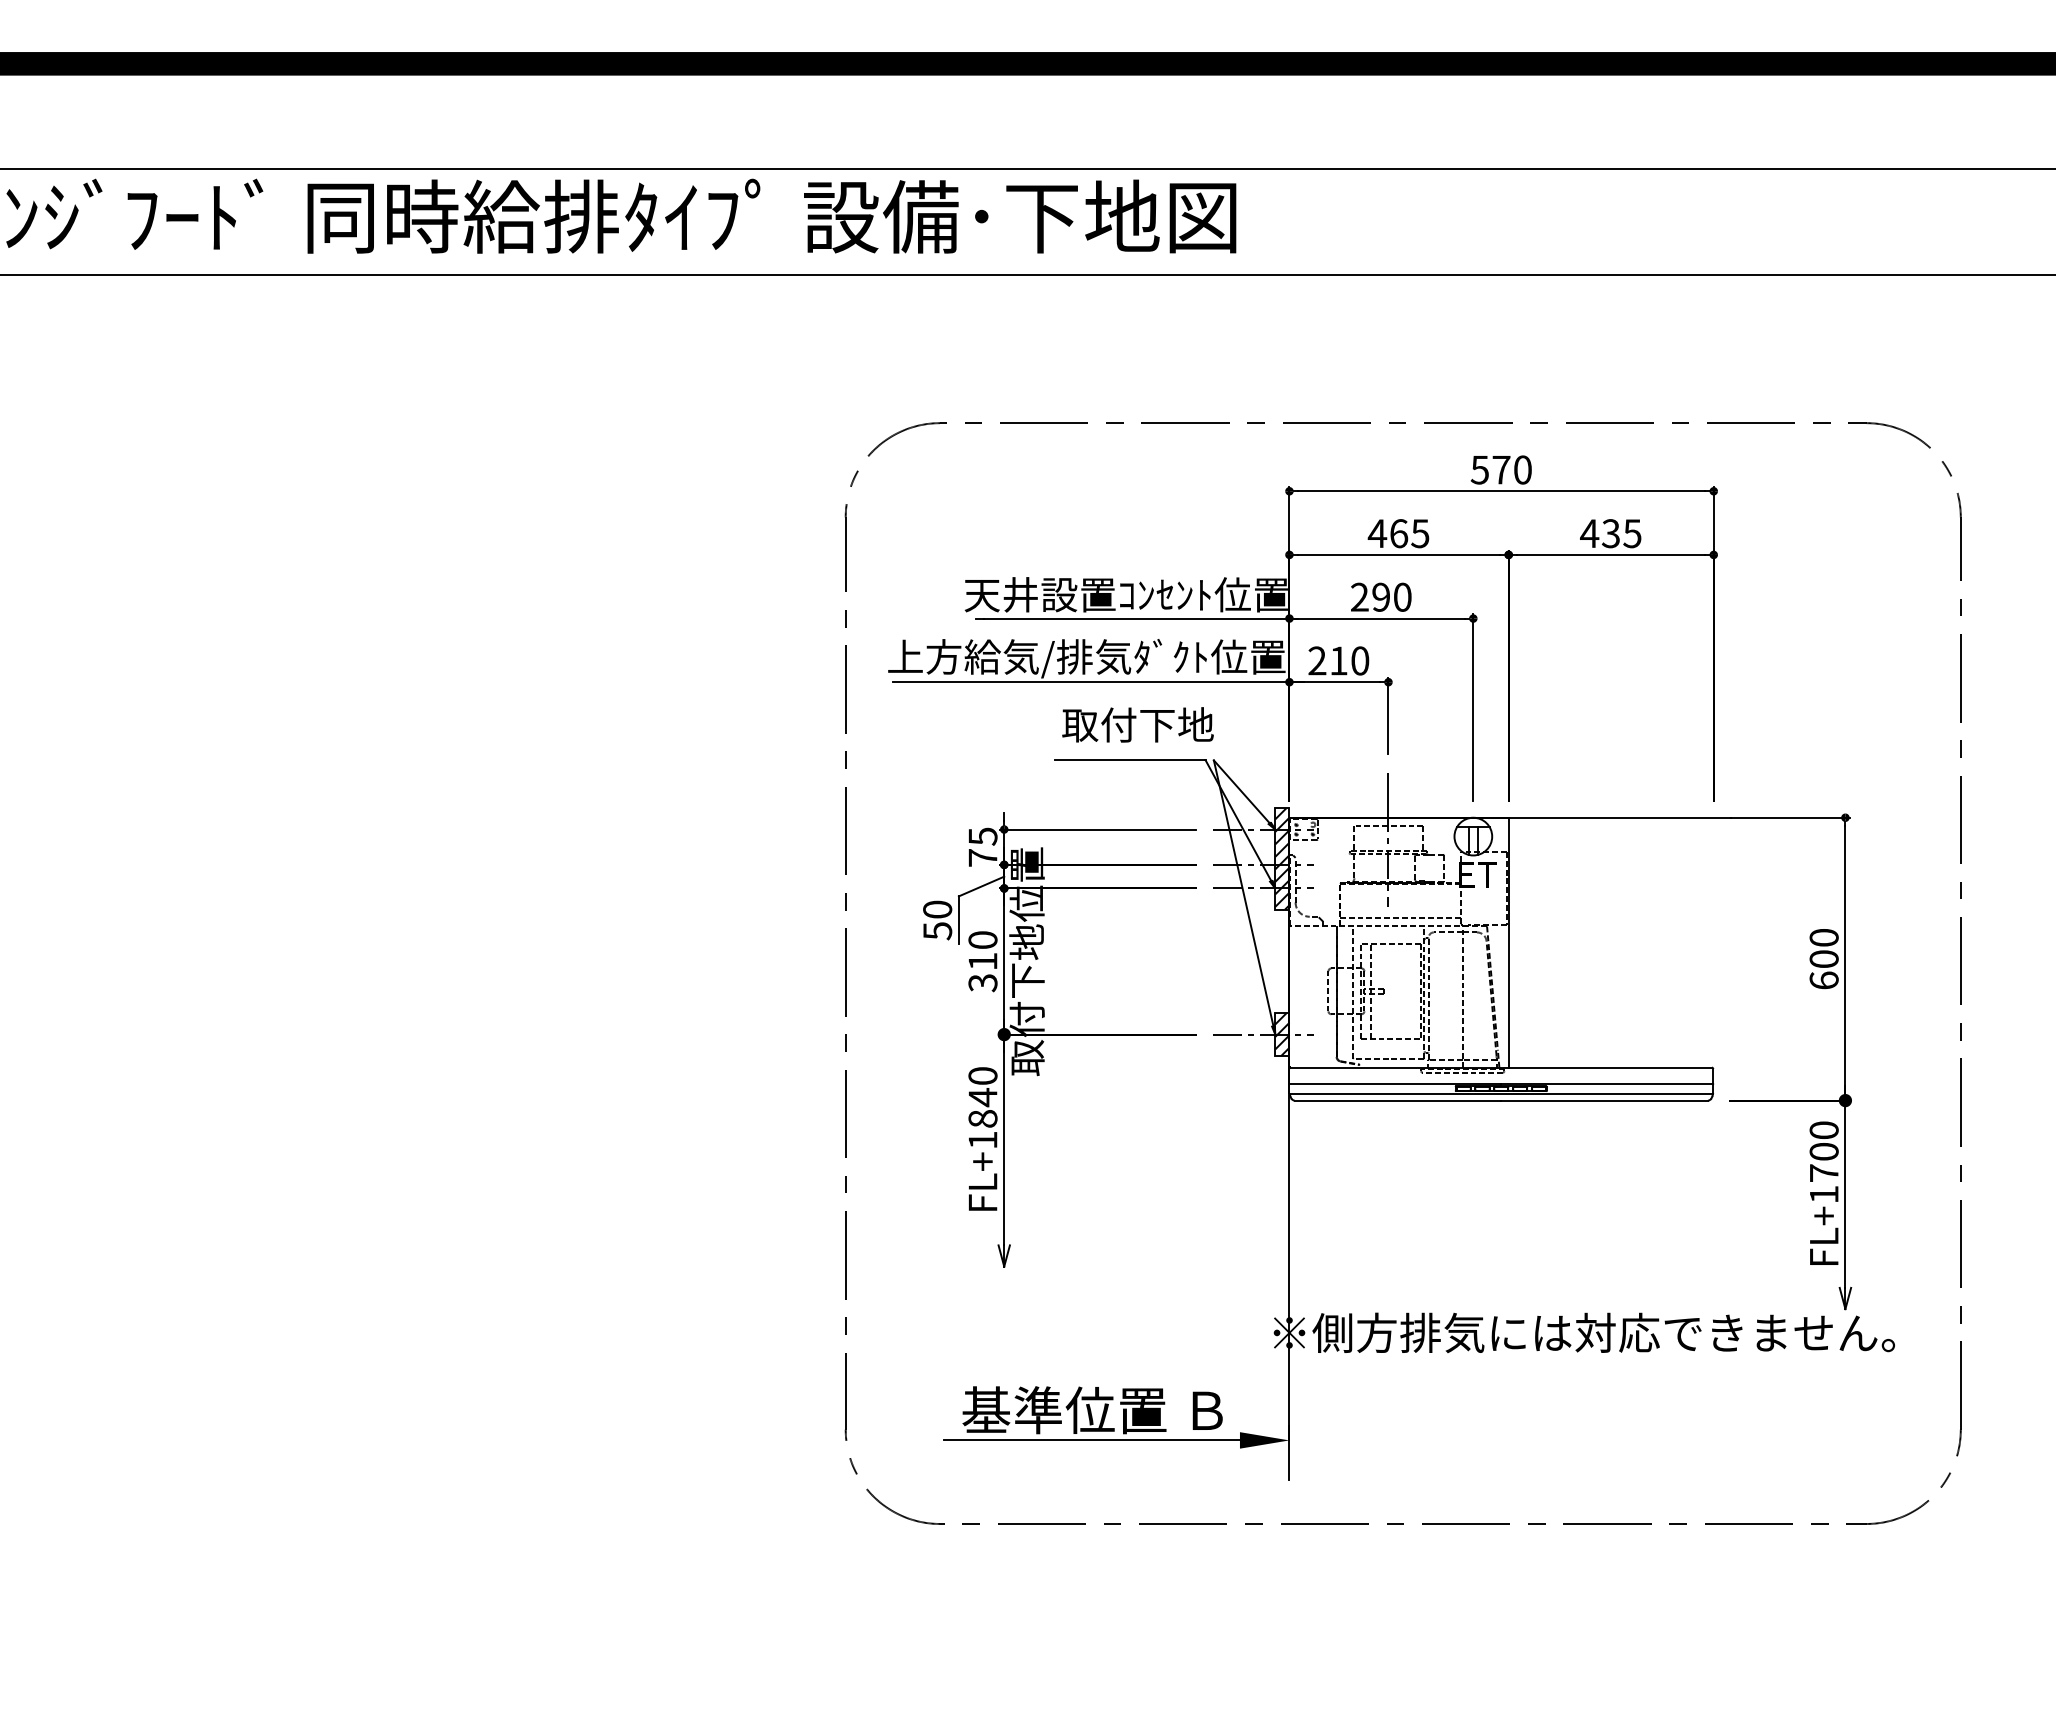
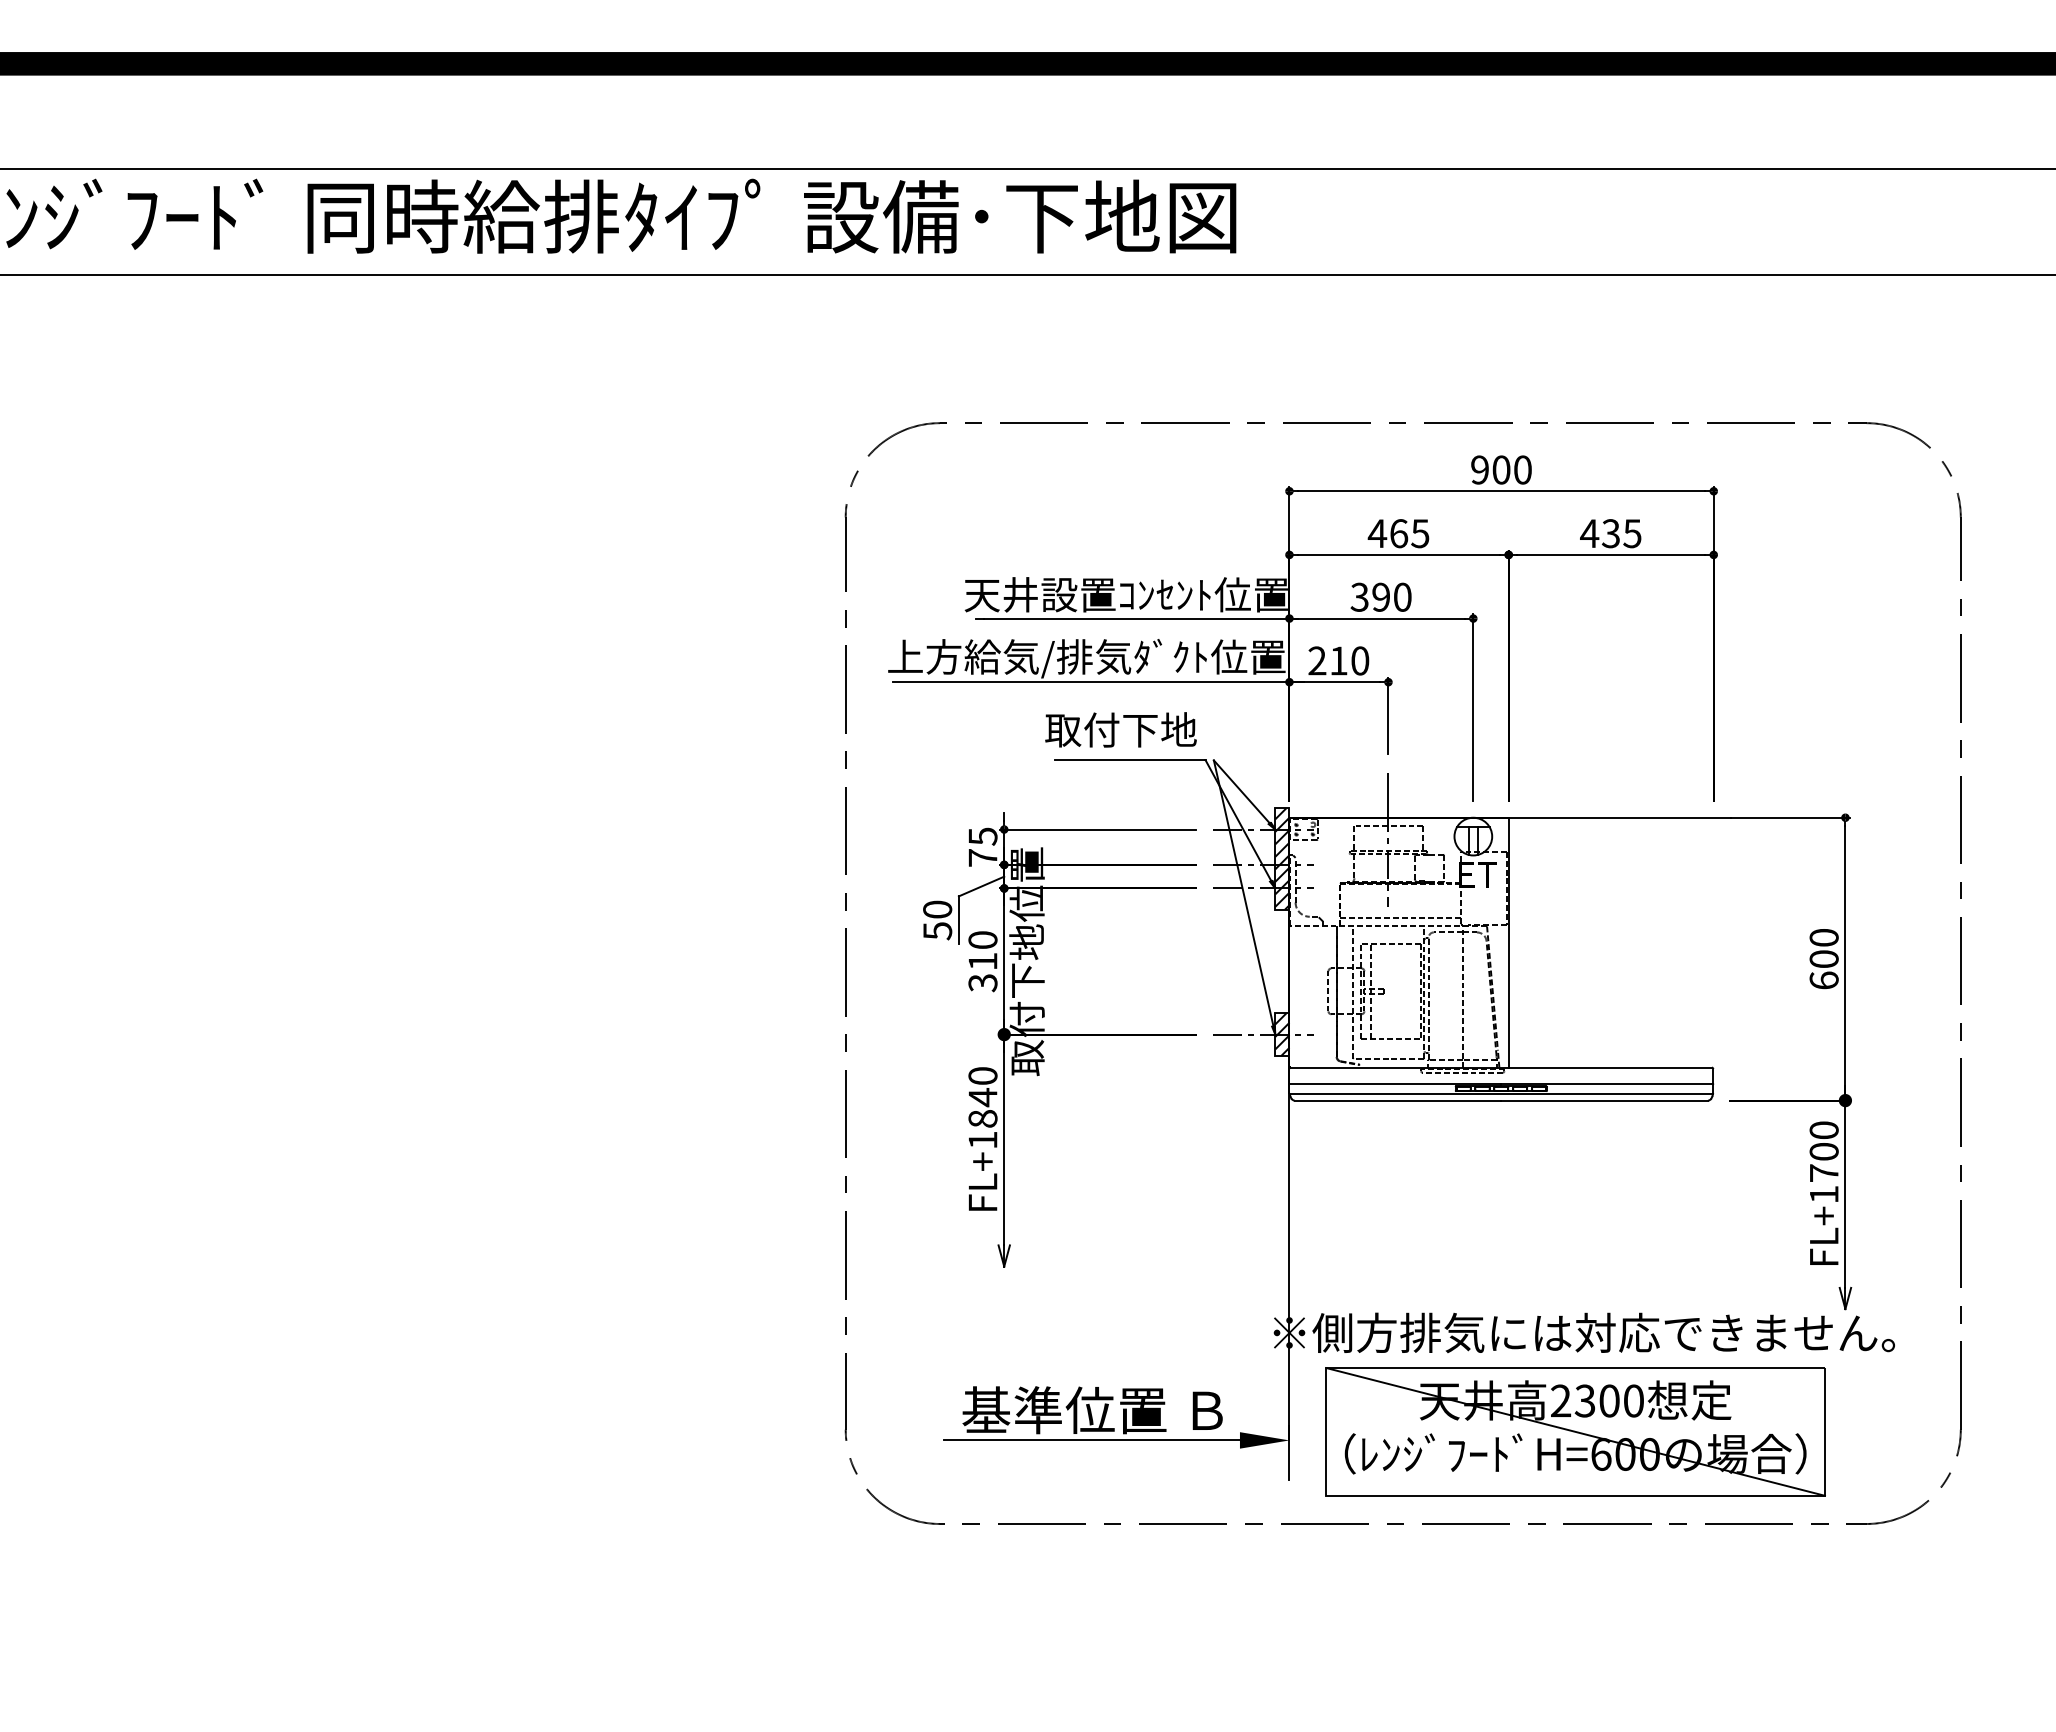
text at (1490, 469): 570 -> 900
text at (1359, 597): 290 -> 390
text at (1137, 724) position: (1137, 724) -> (1120, 729)
part at (1575, 1431): none -> present
